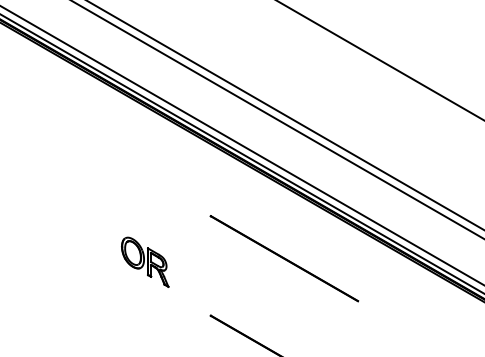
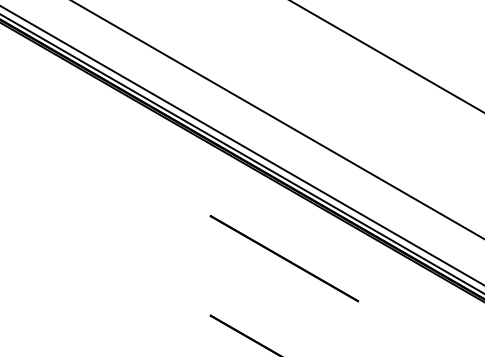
line at (380, 60) position: (380, 60) -> (386, 56)
line at (285, 115): present -> none
part at (145, 261): present -> none
